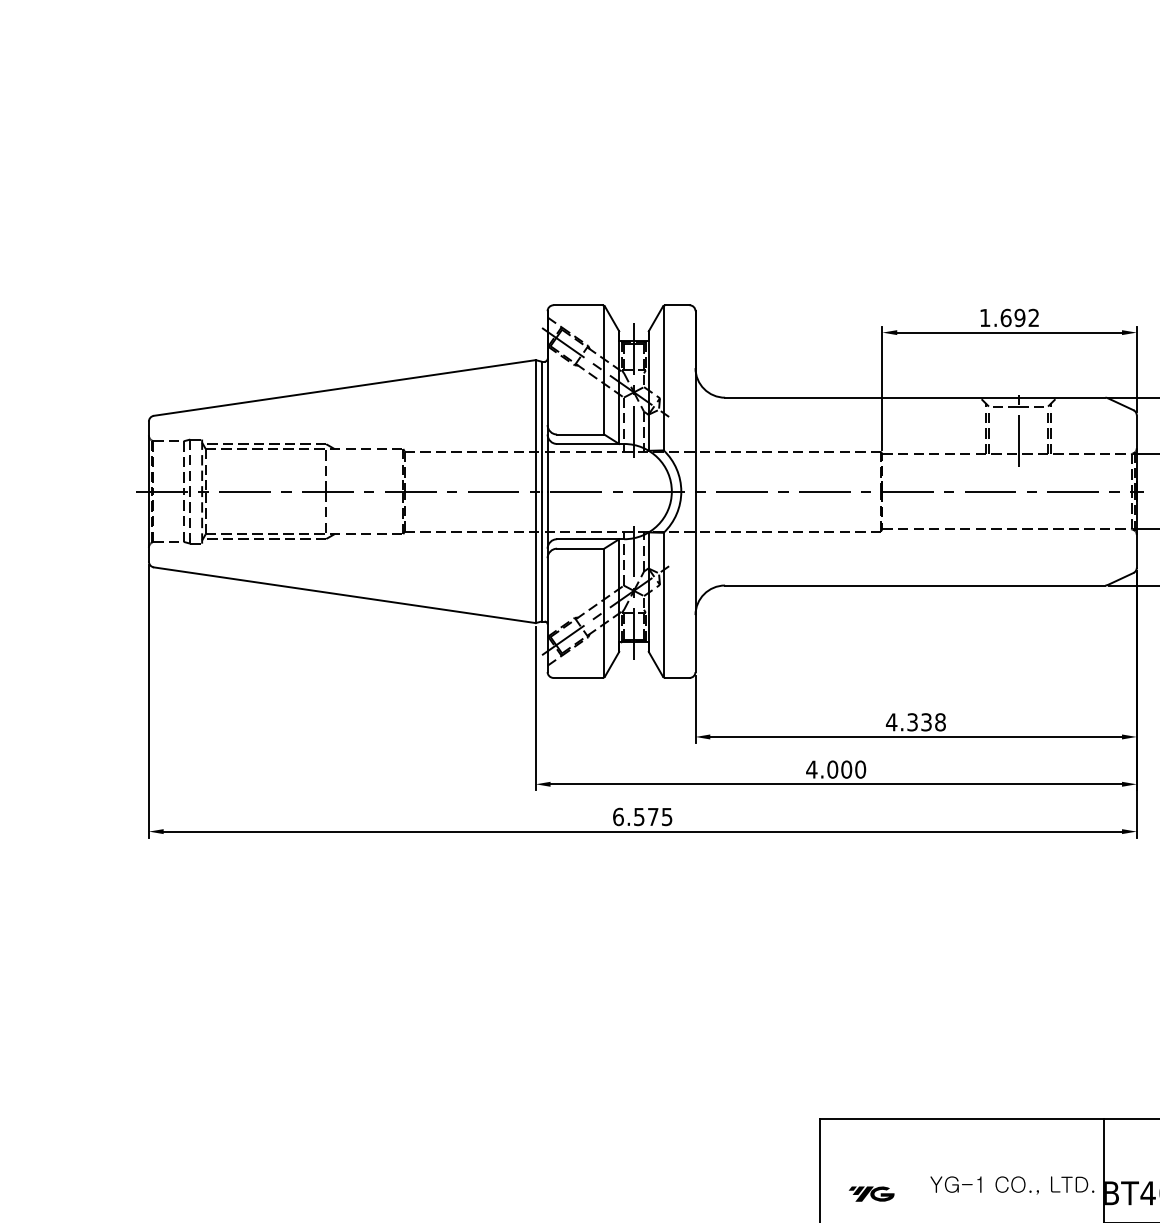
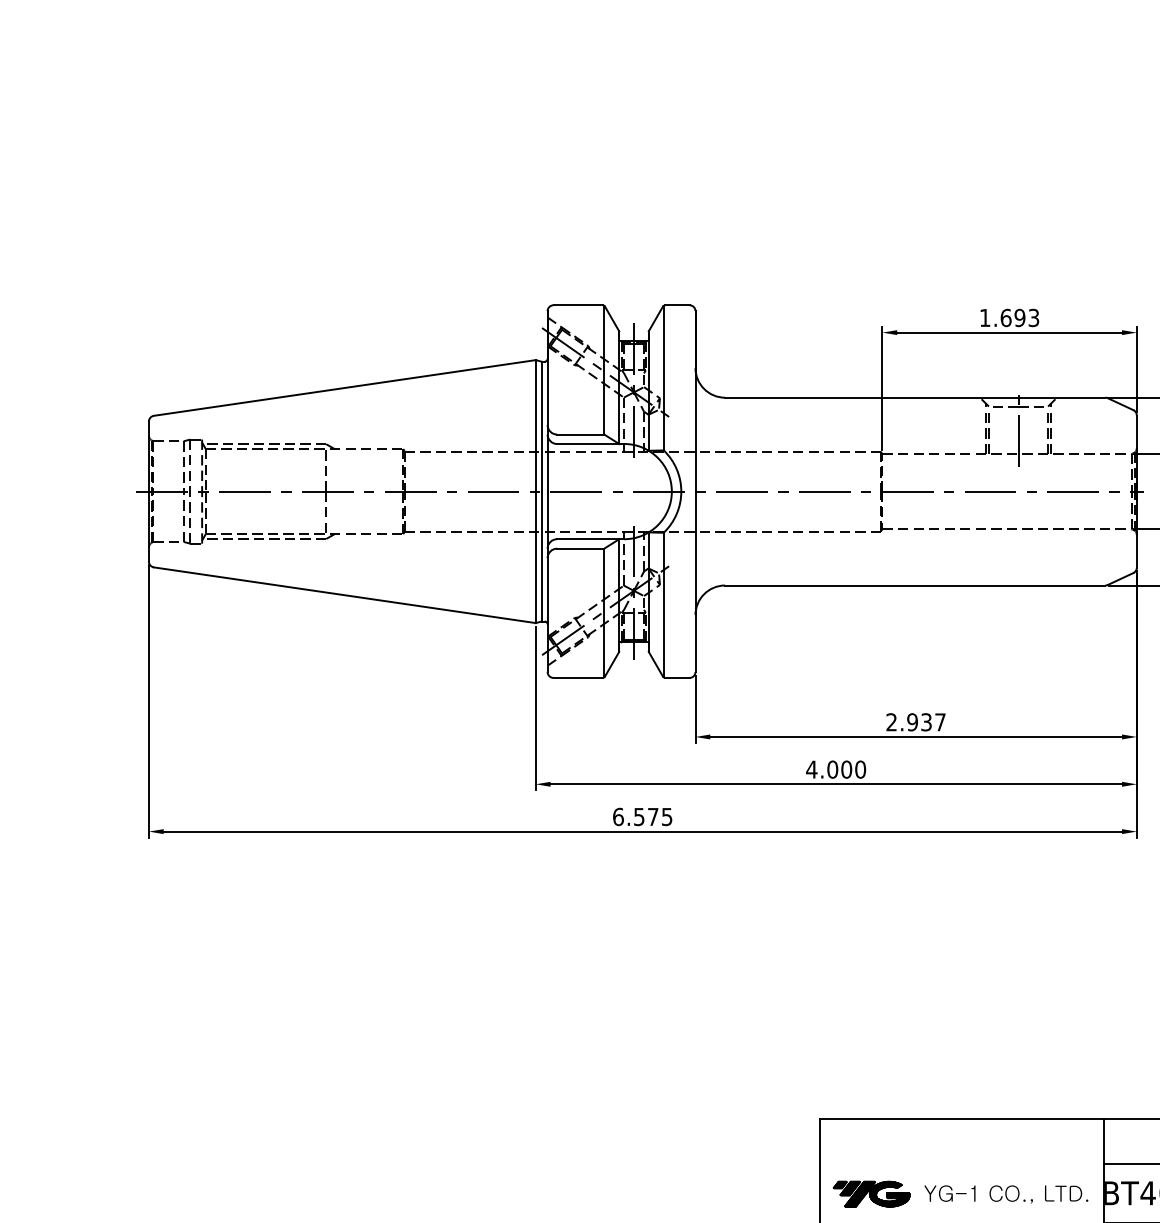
text at (1033, 318): 1.692 -> 1.693
text at (915, 722): 4.338 -> 2.937
line at (1129, 1163): none -> present
text at (1012, 1185) position: (1012, 1185) -> (1006, 1194)
part at (871, 1193) size: 46x16 px -> 79x28 px
